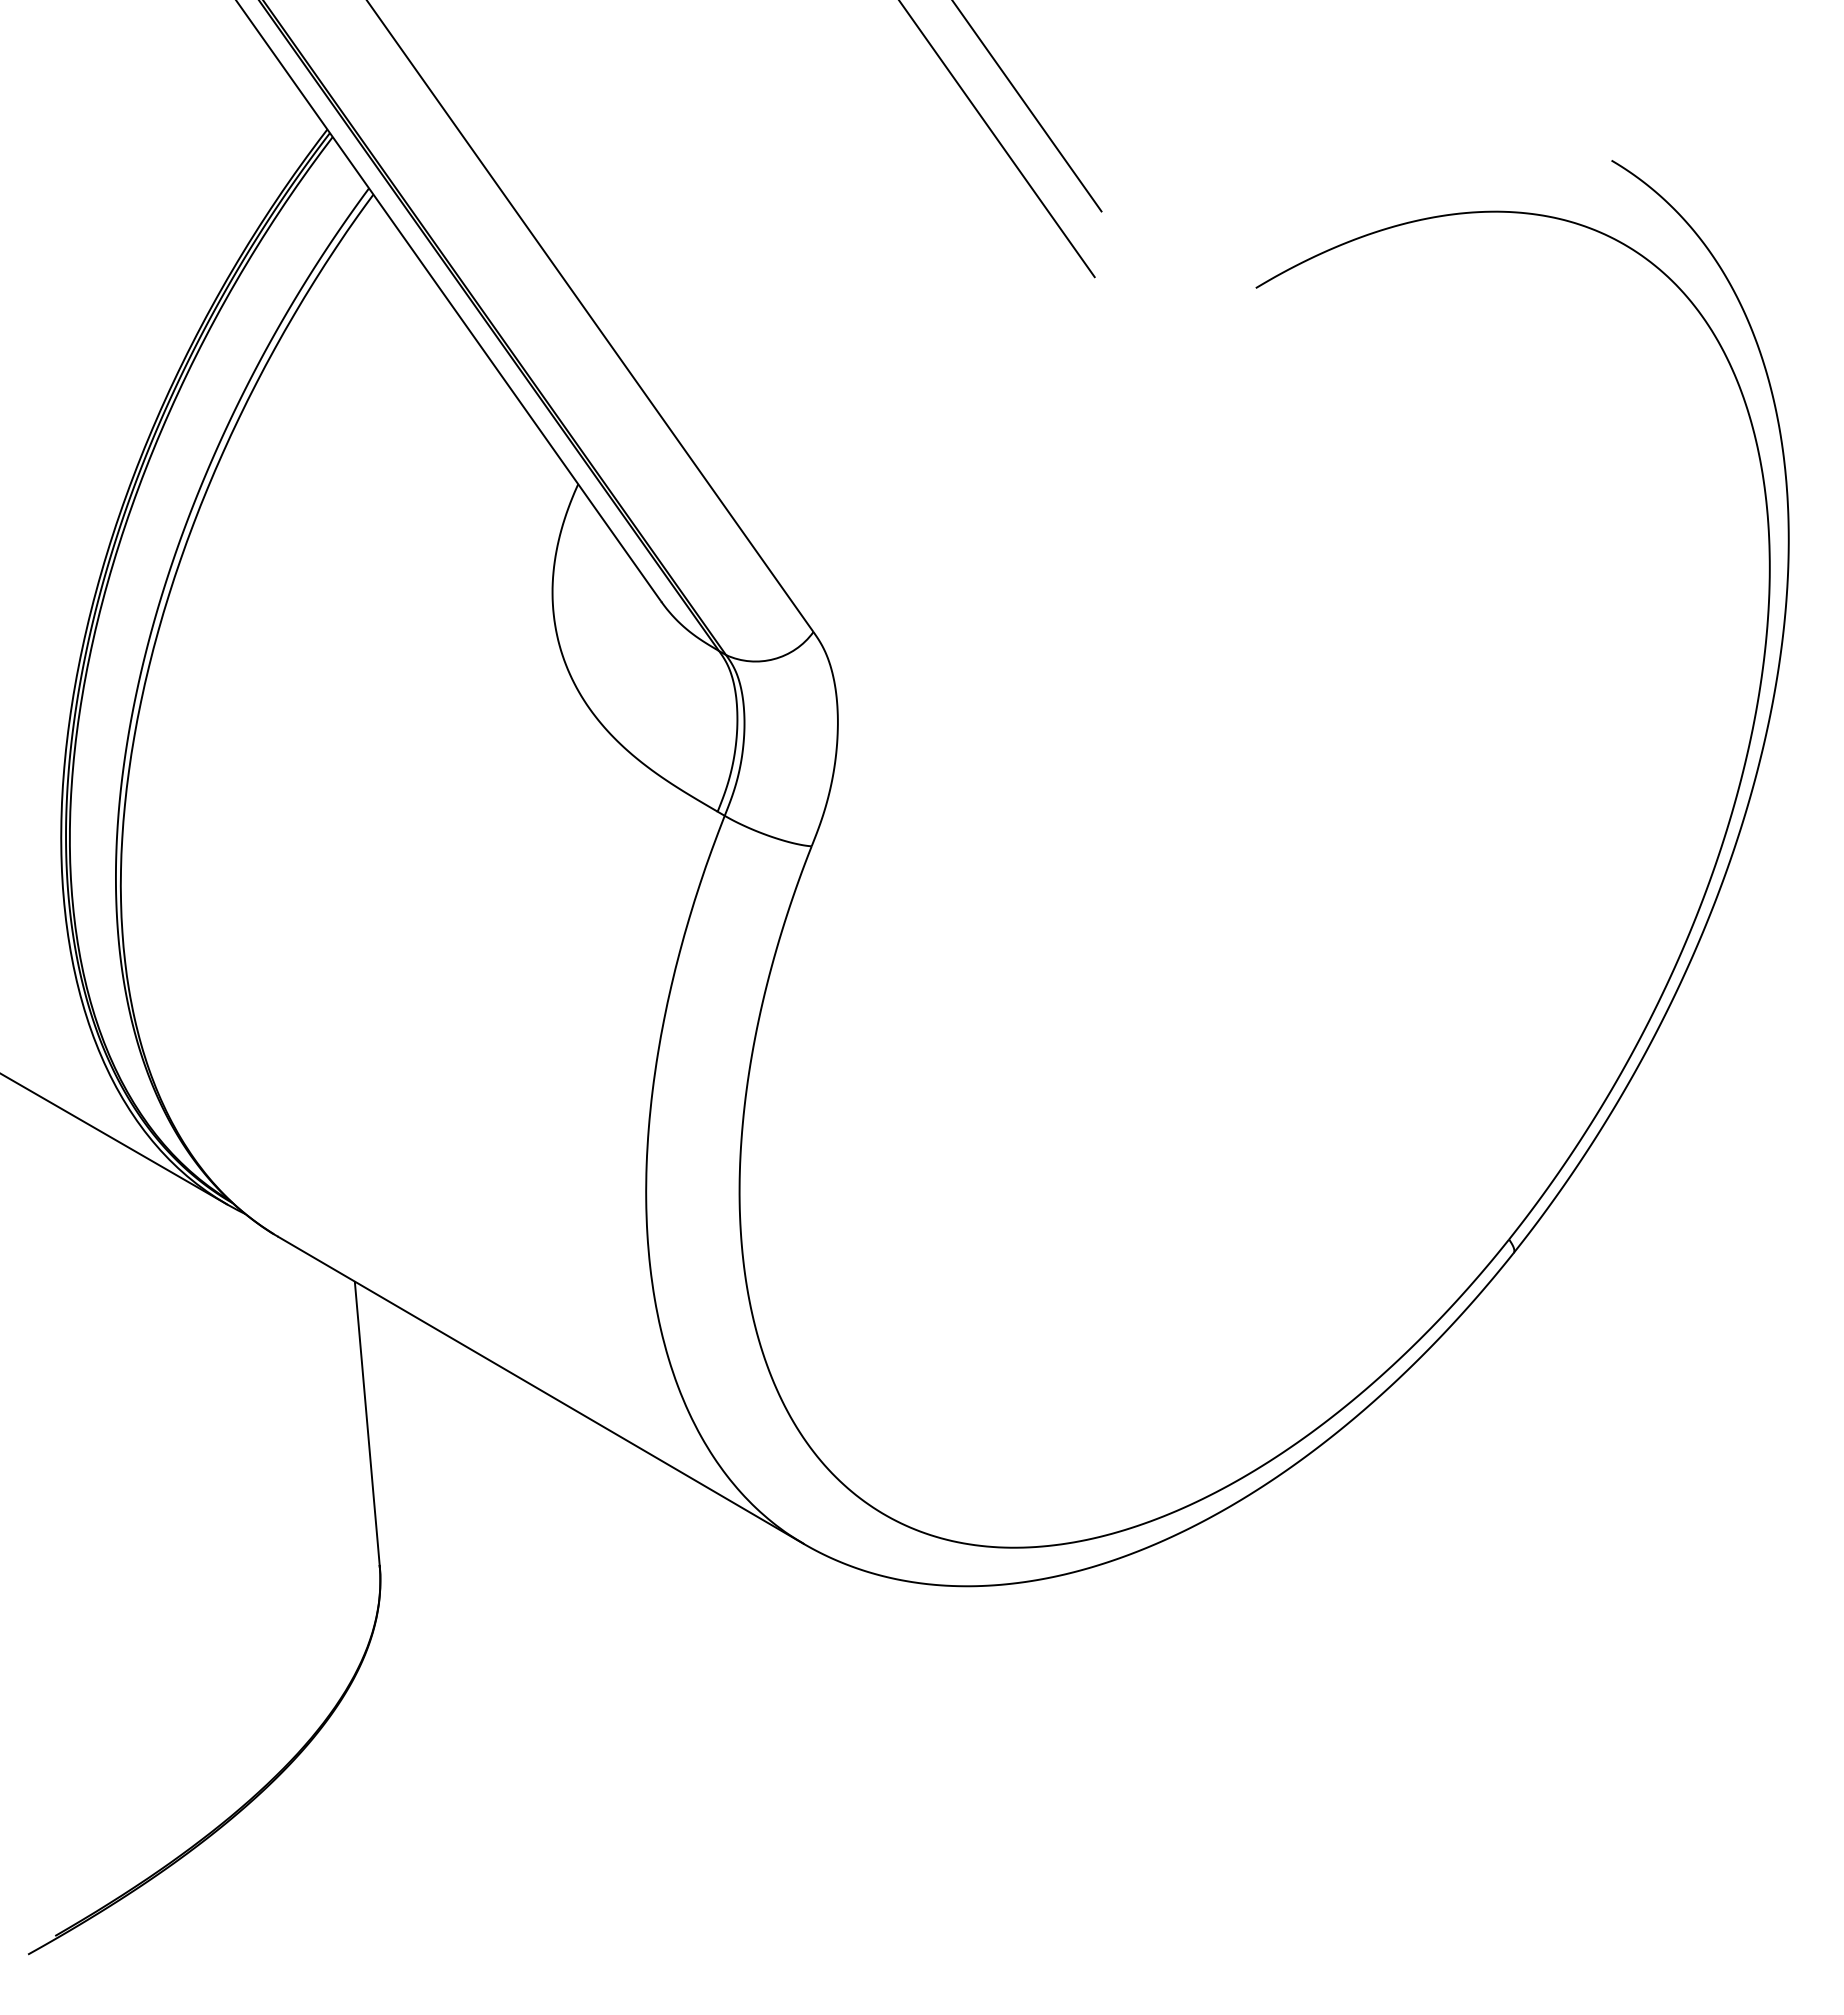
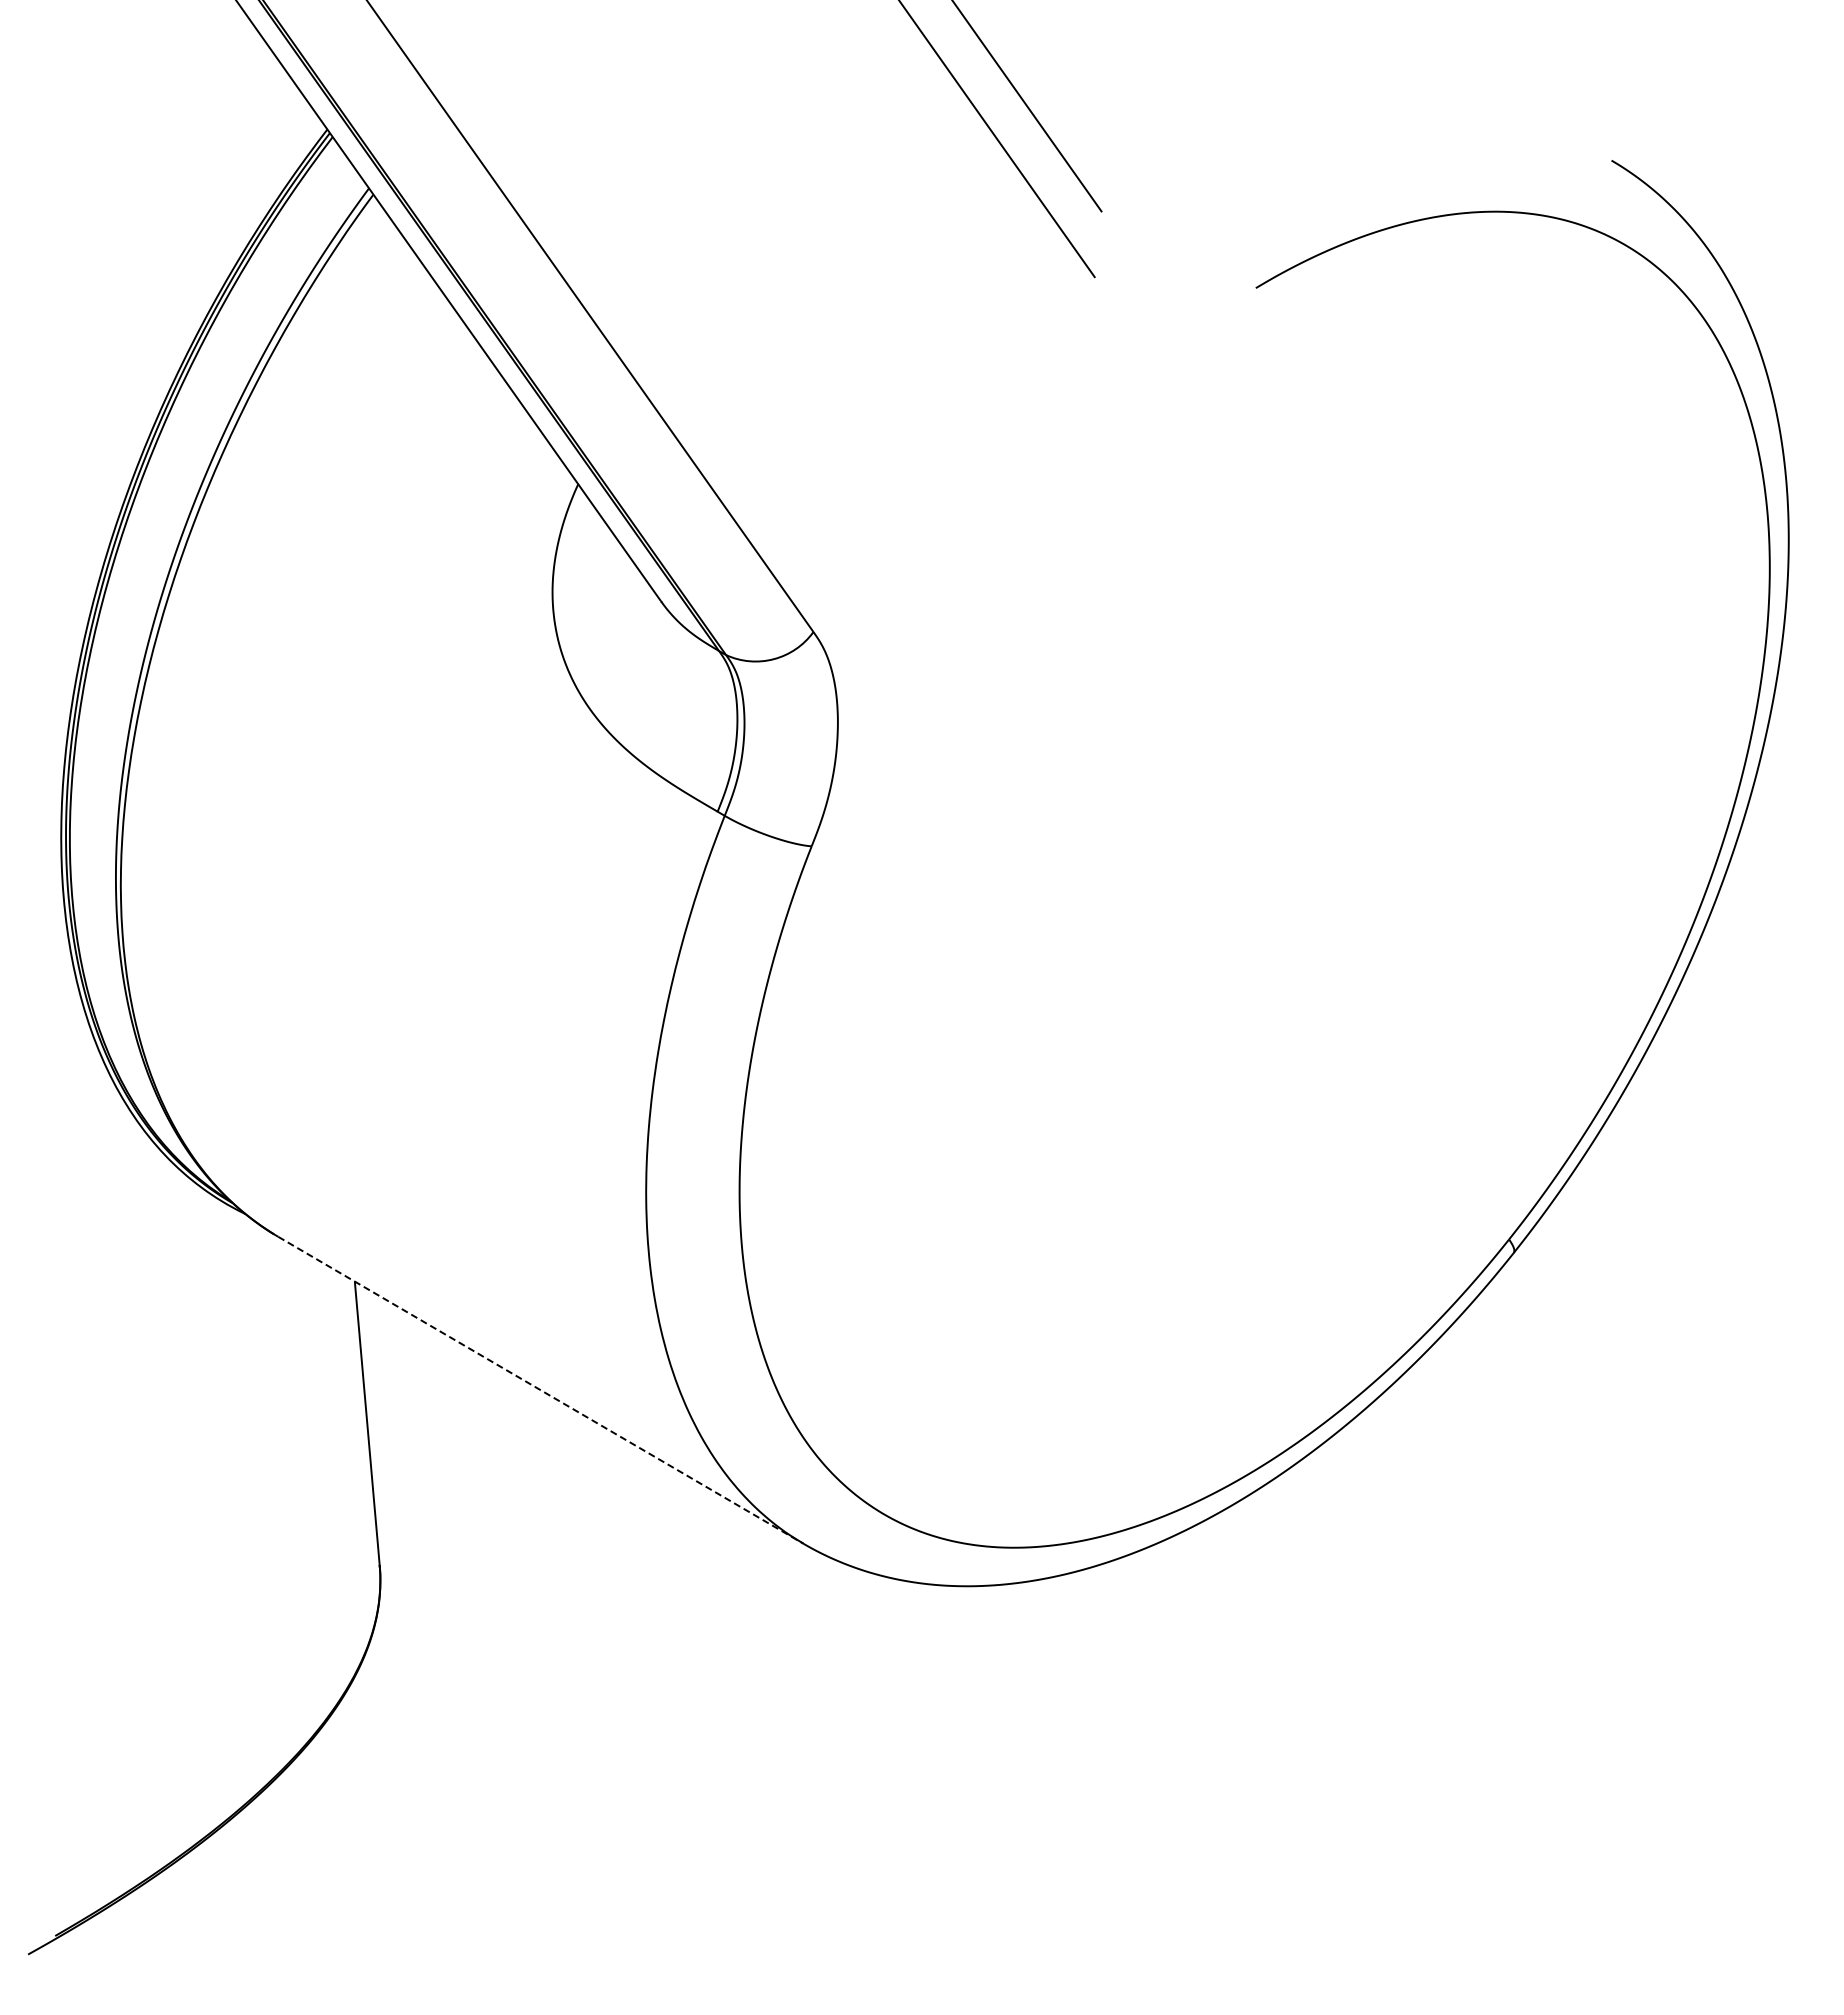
line at (114, 1139): present -> none
line at (541, 1390): solid -> dashed
